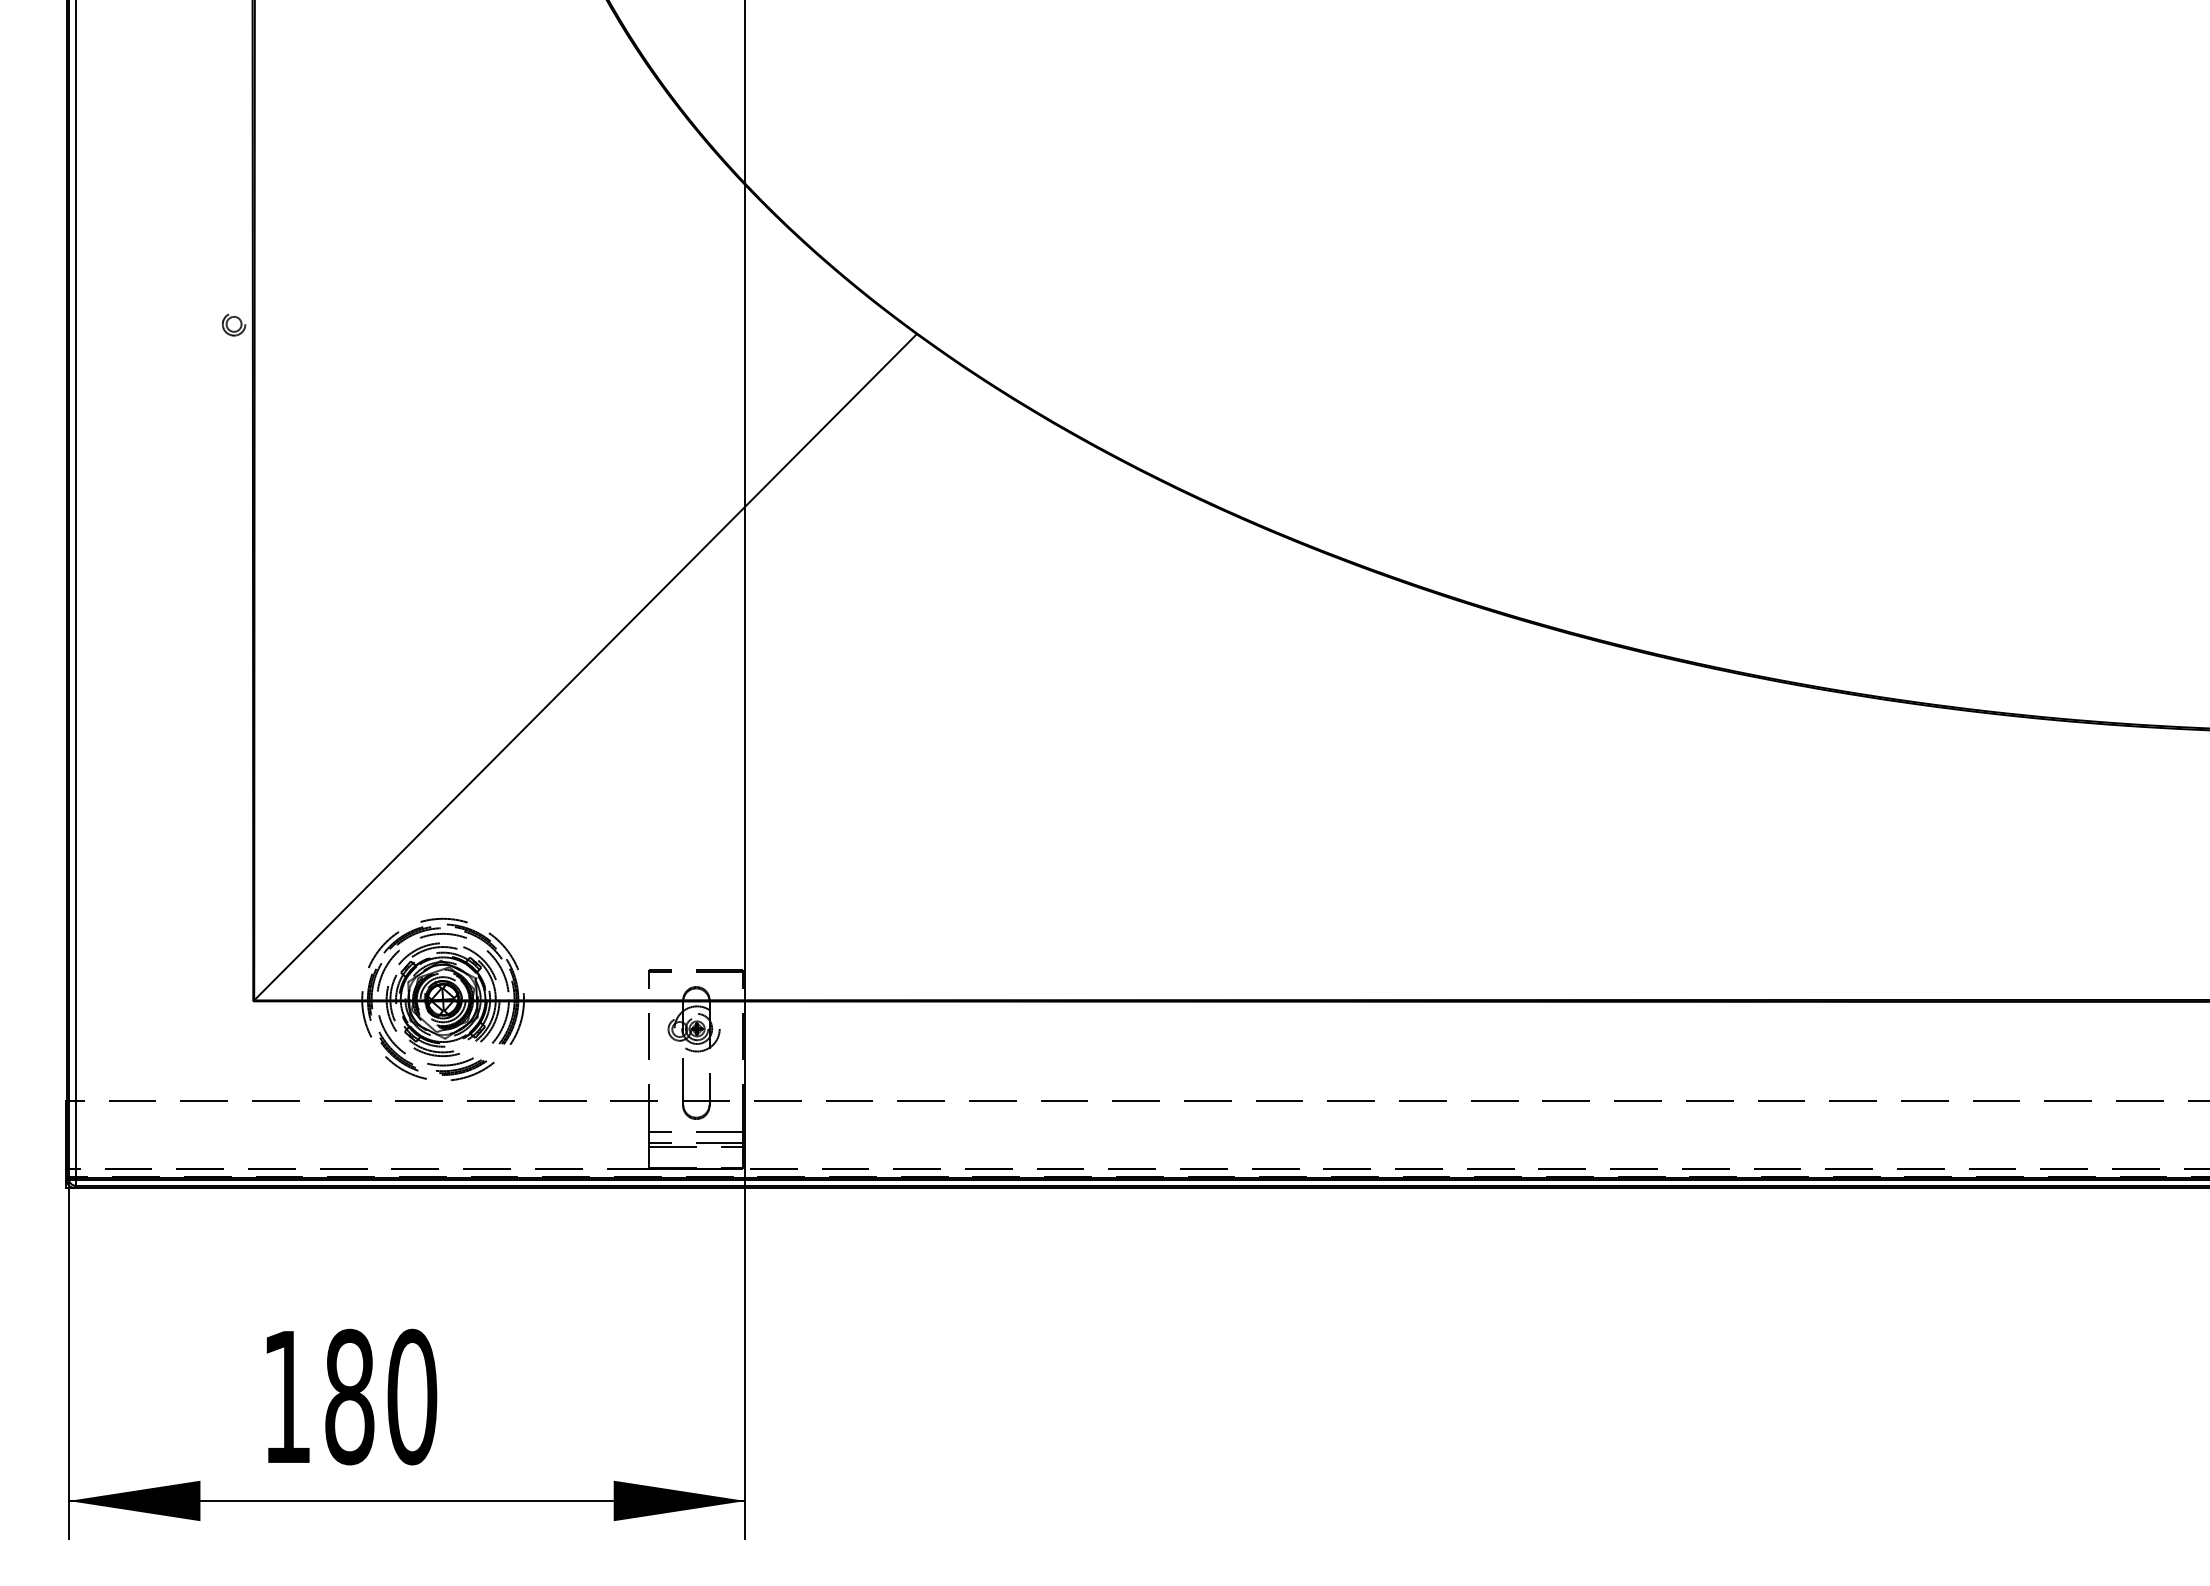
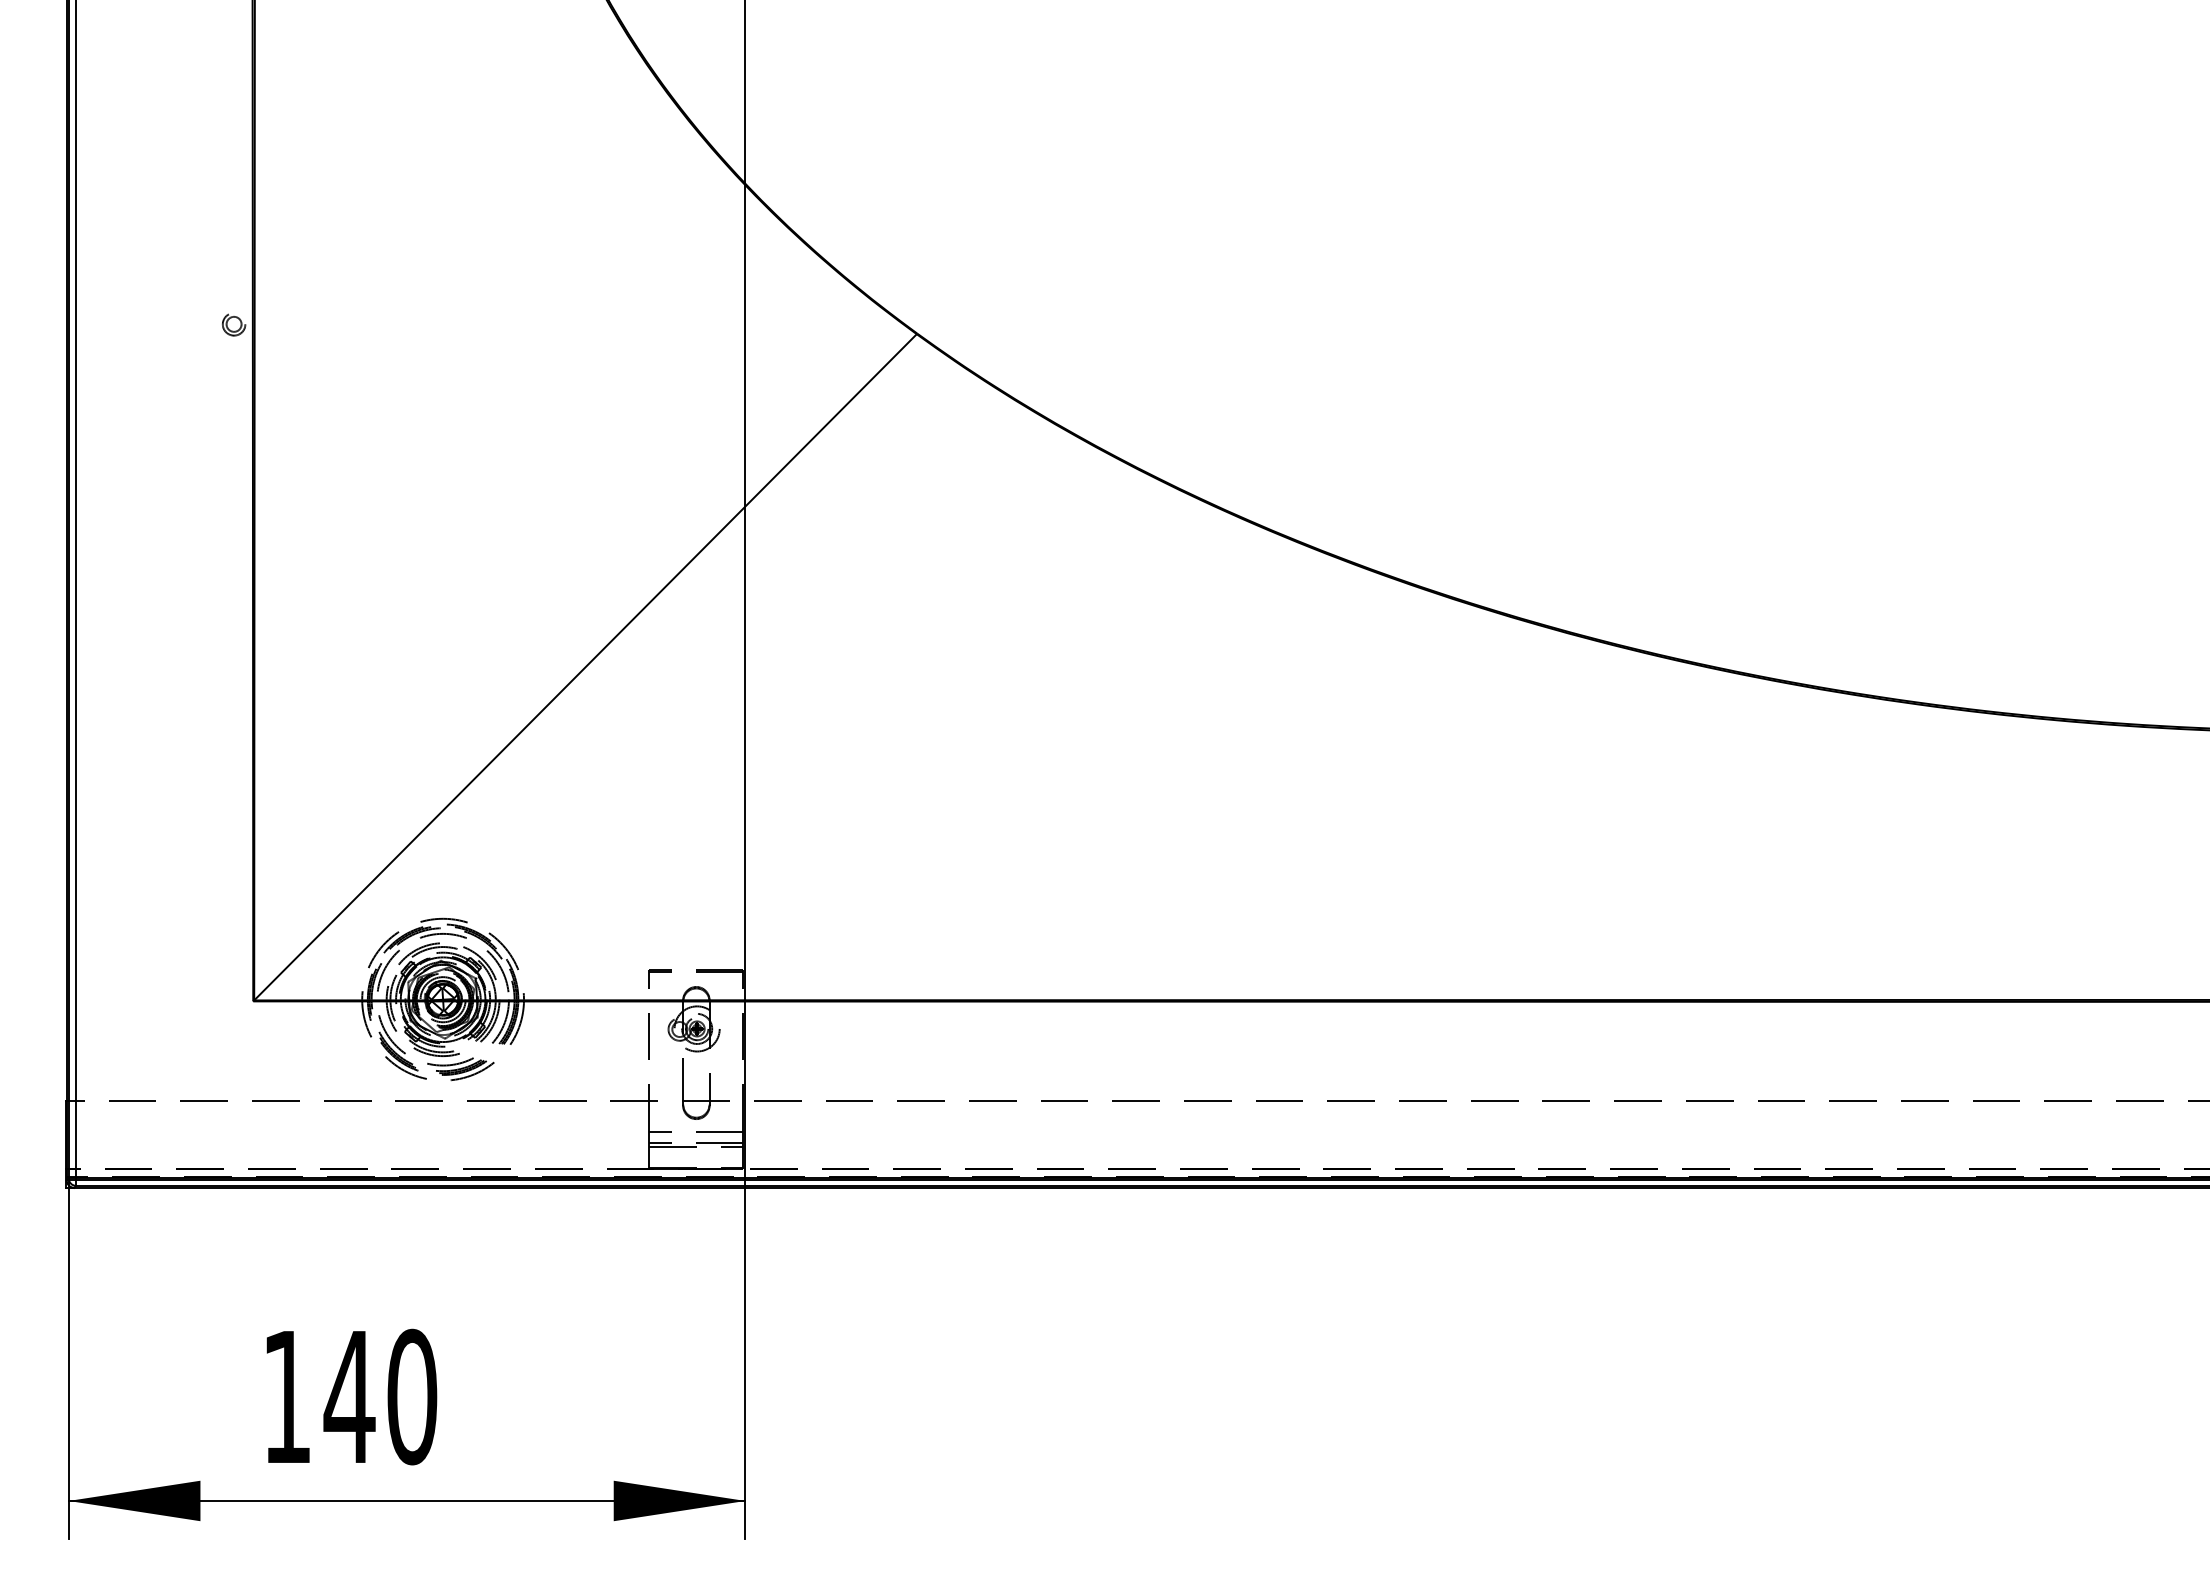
text at (349, 1396): 180 -> 140
